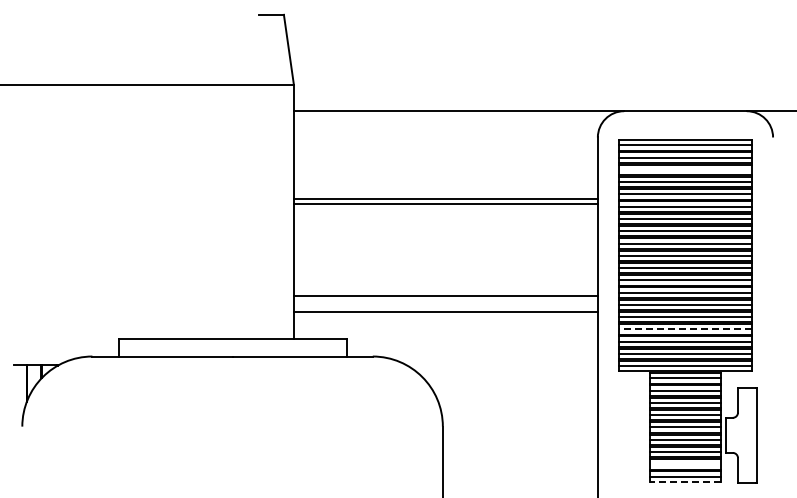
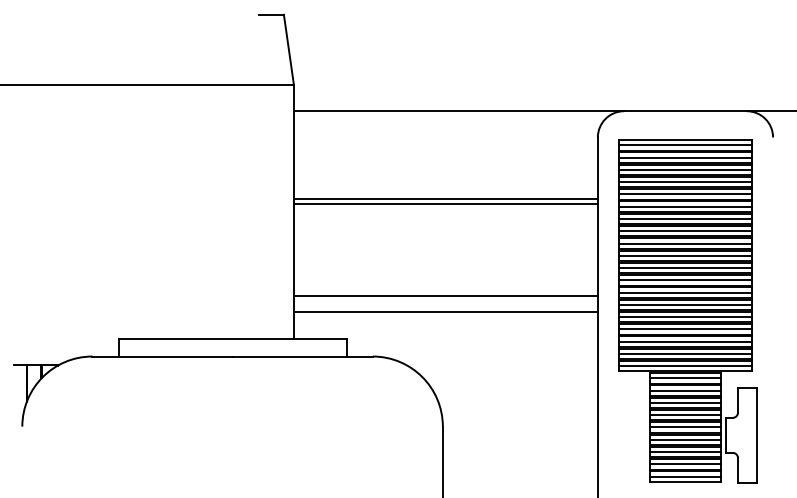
line at (685, 169): none -> present
line at (685, 329): dashed -> solid
line at (685, 464): none -> present
line at (684, 481): dashed -> solid
